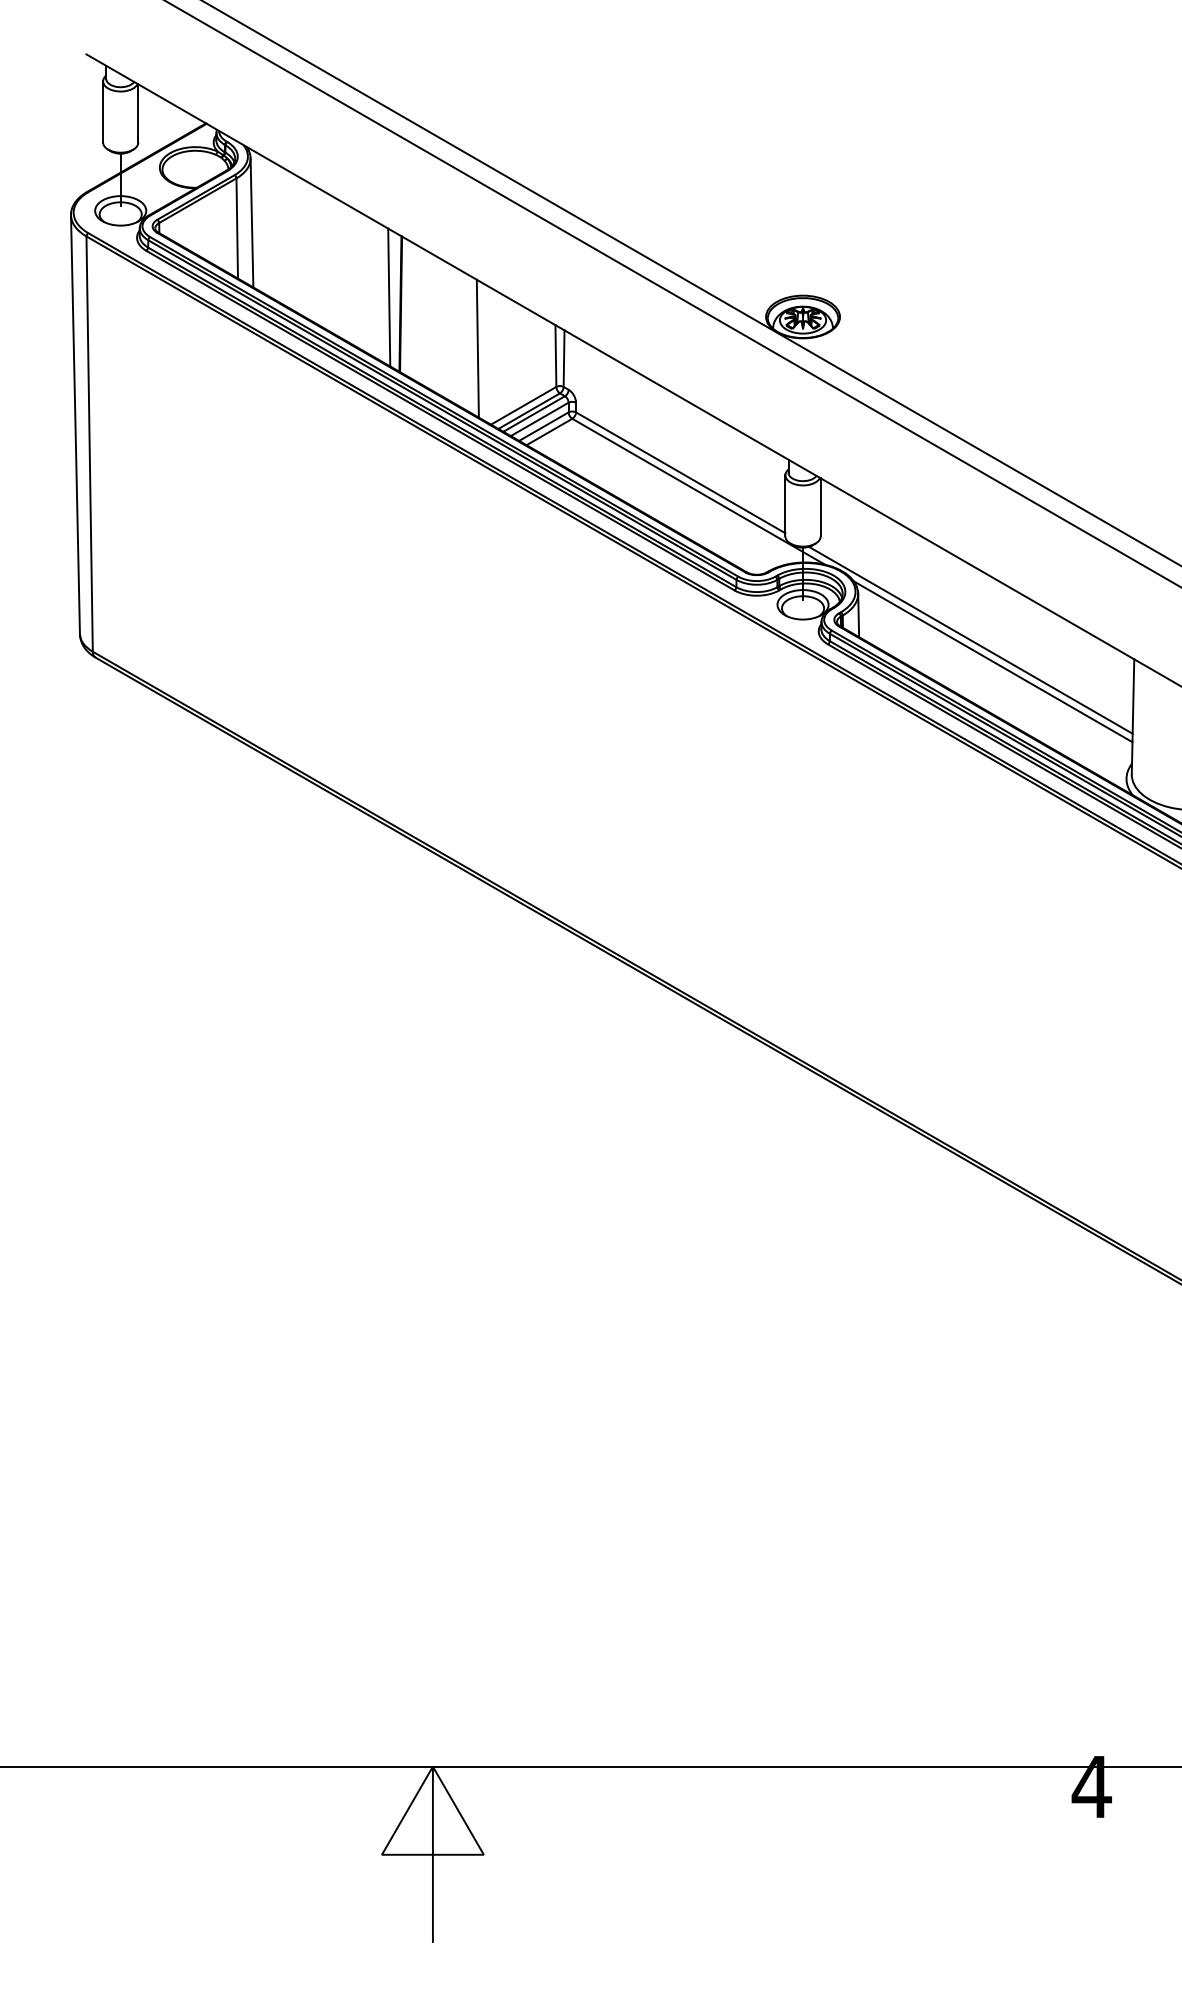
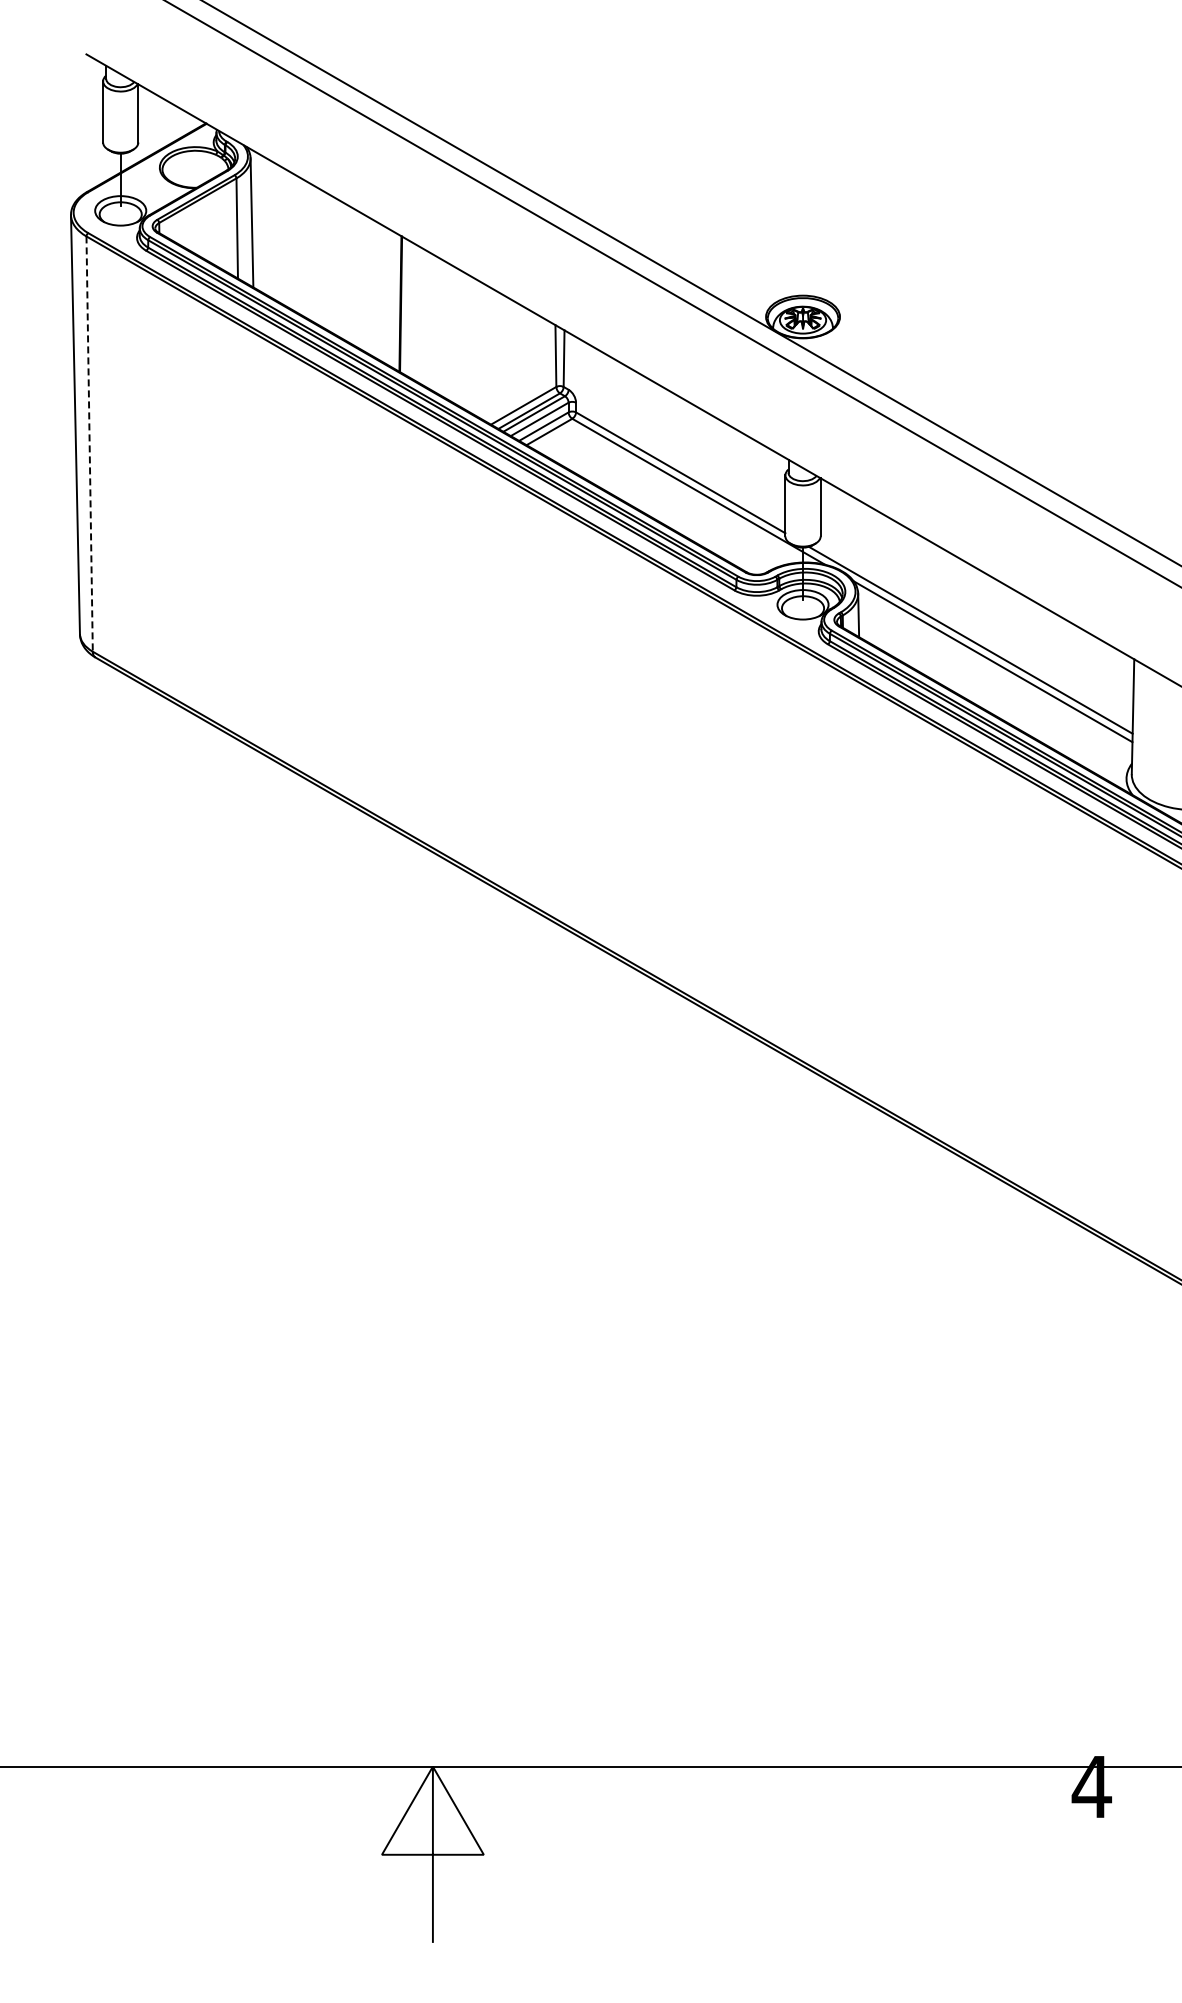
line at (389, 297): present -> none
line at (477, 348): present -> none
line at (89, 444): solid -> dashed
